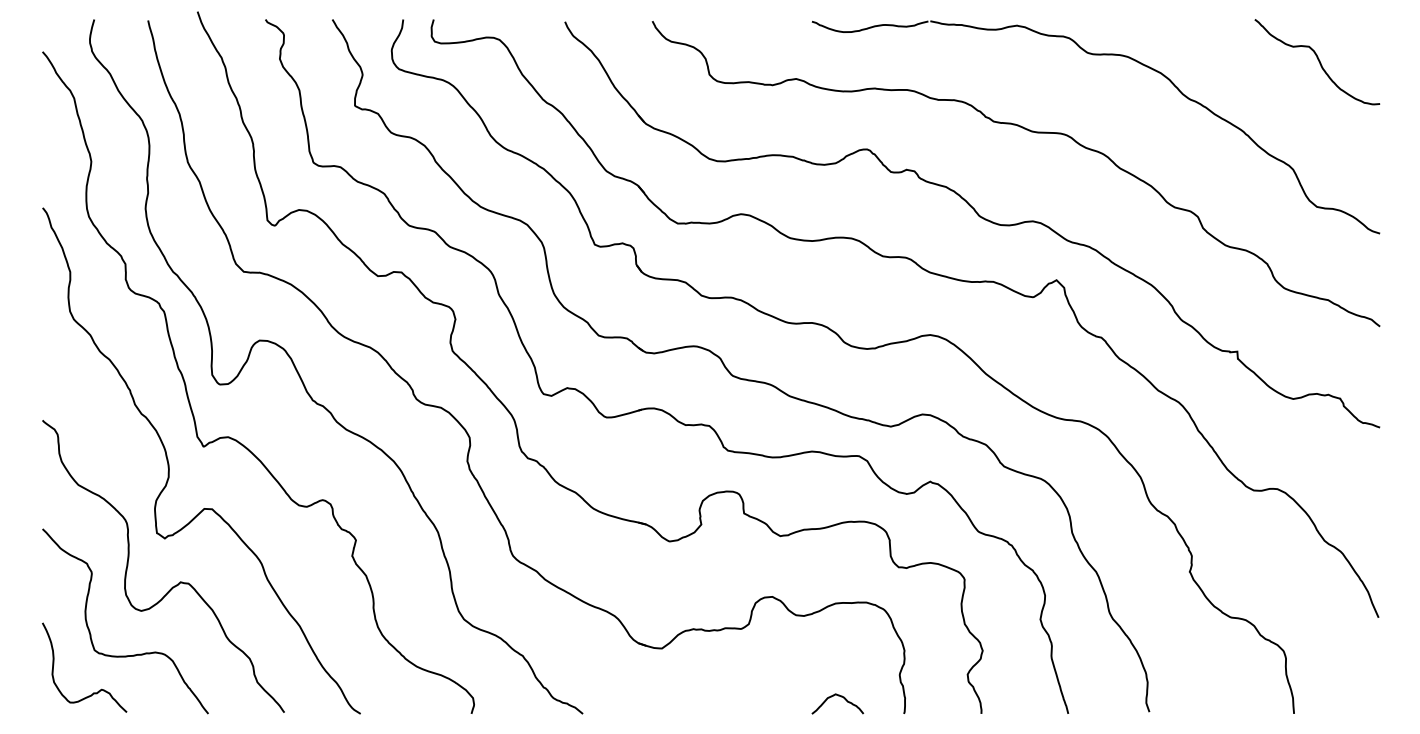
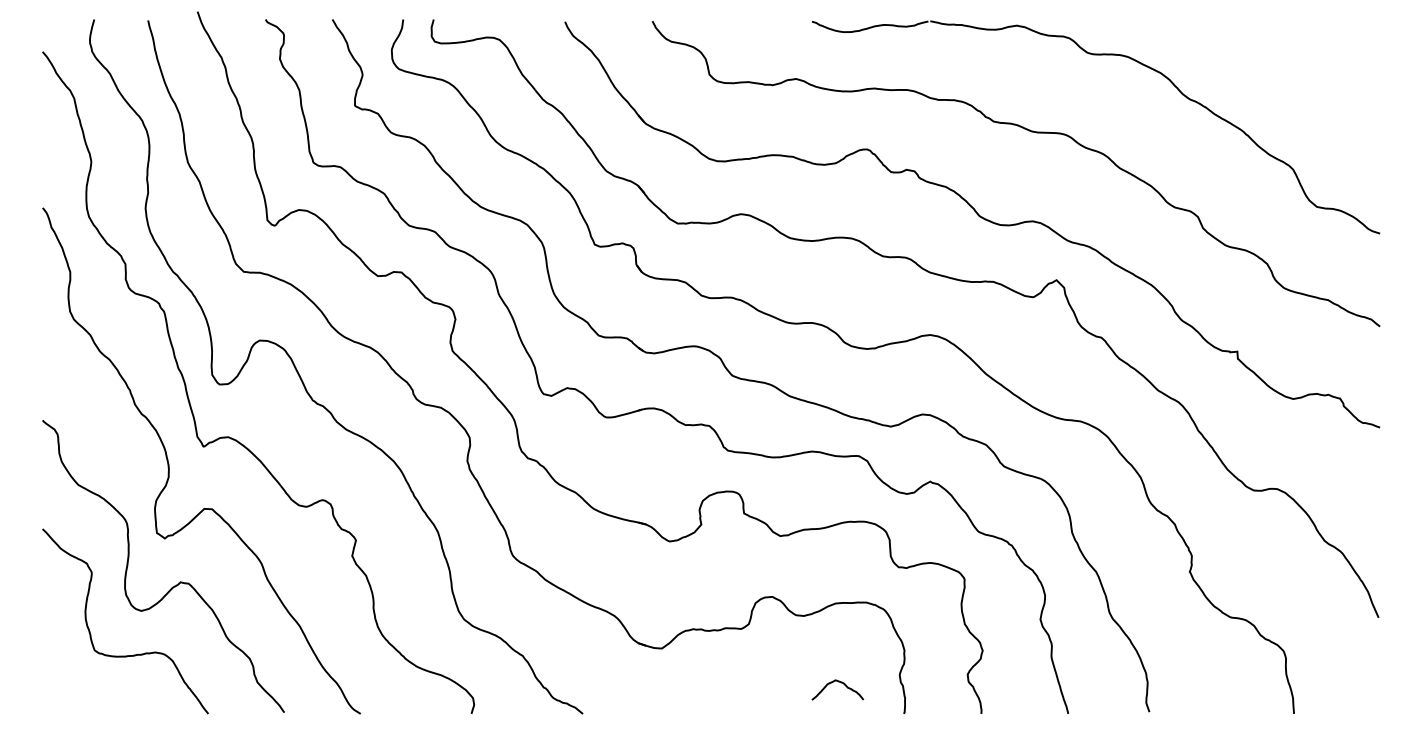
curve at (1318, 61): present -> none
curve at (93, 692): present -> none
curve at (838, 696) position: (838, 696) -> (838, 682)
